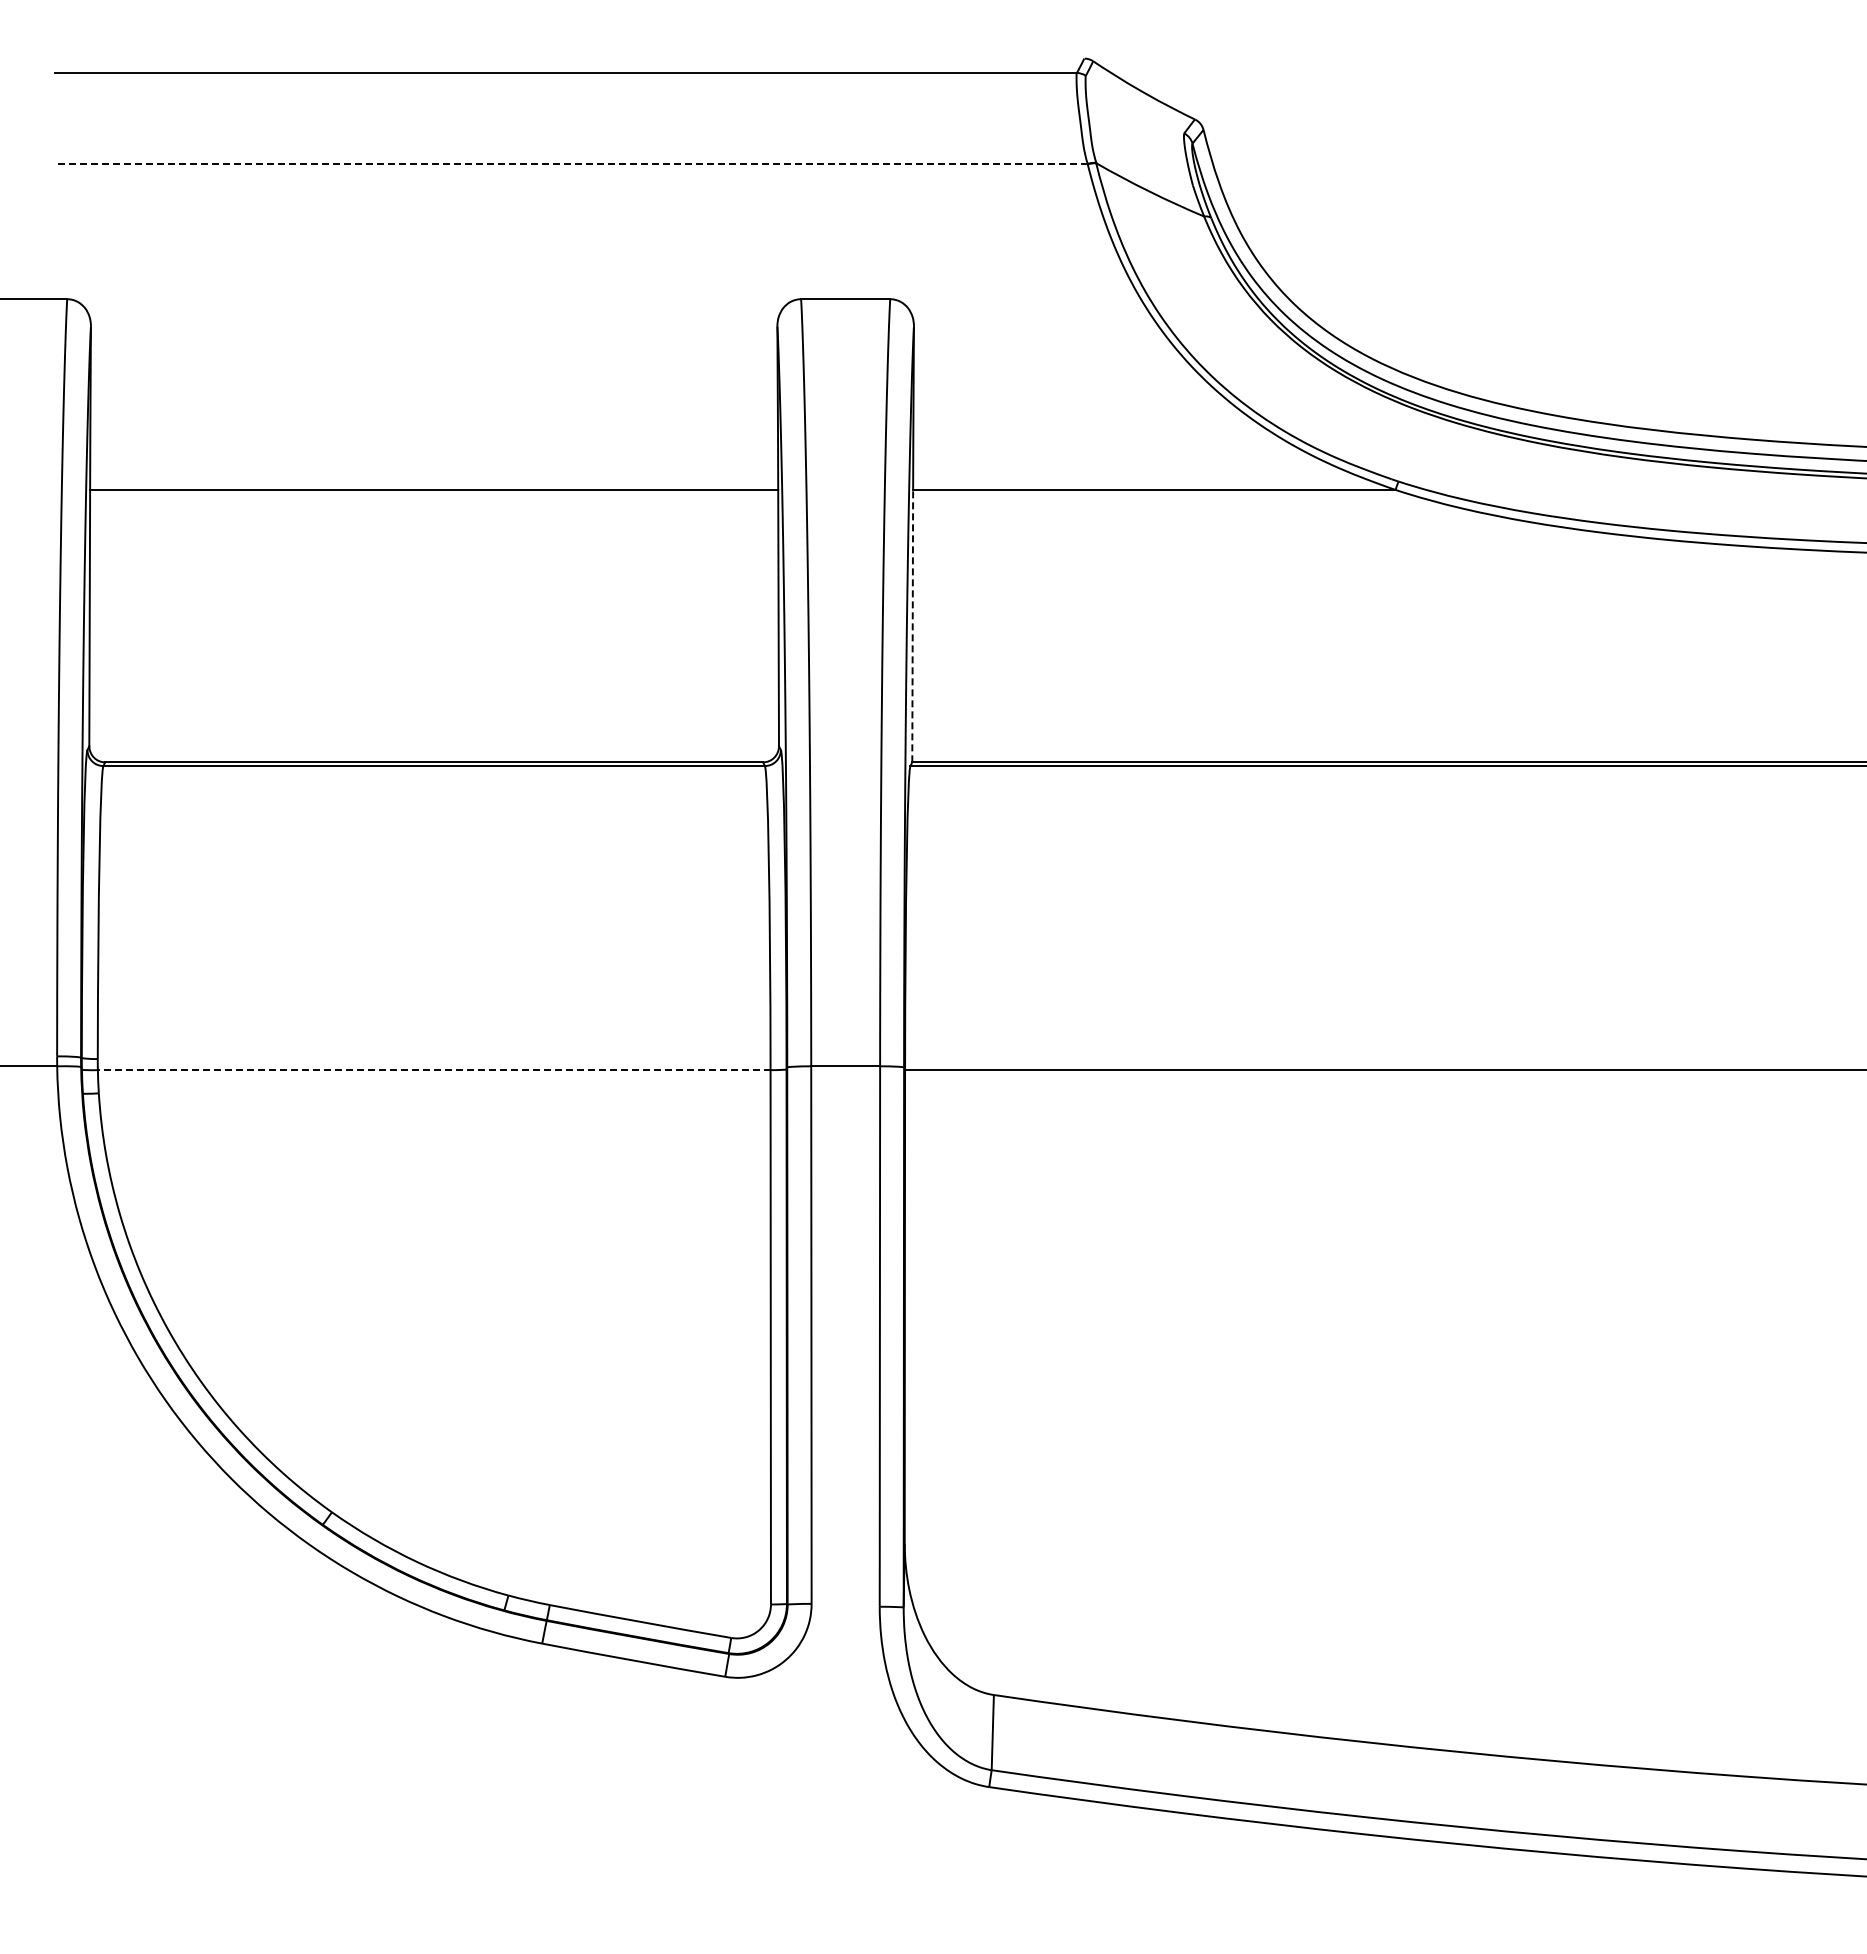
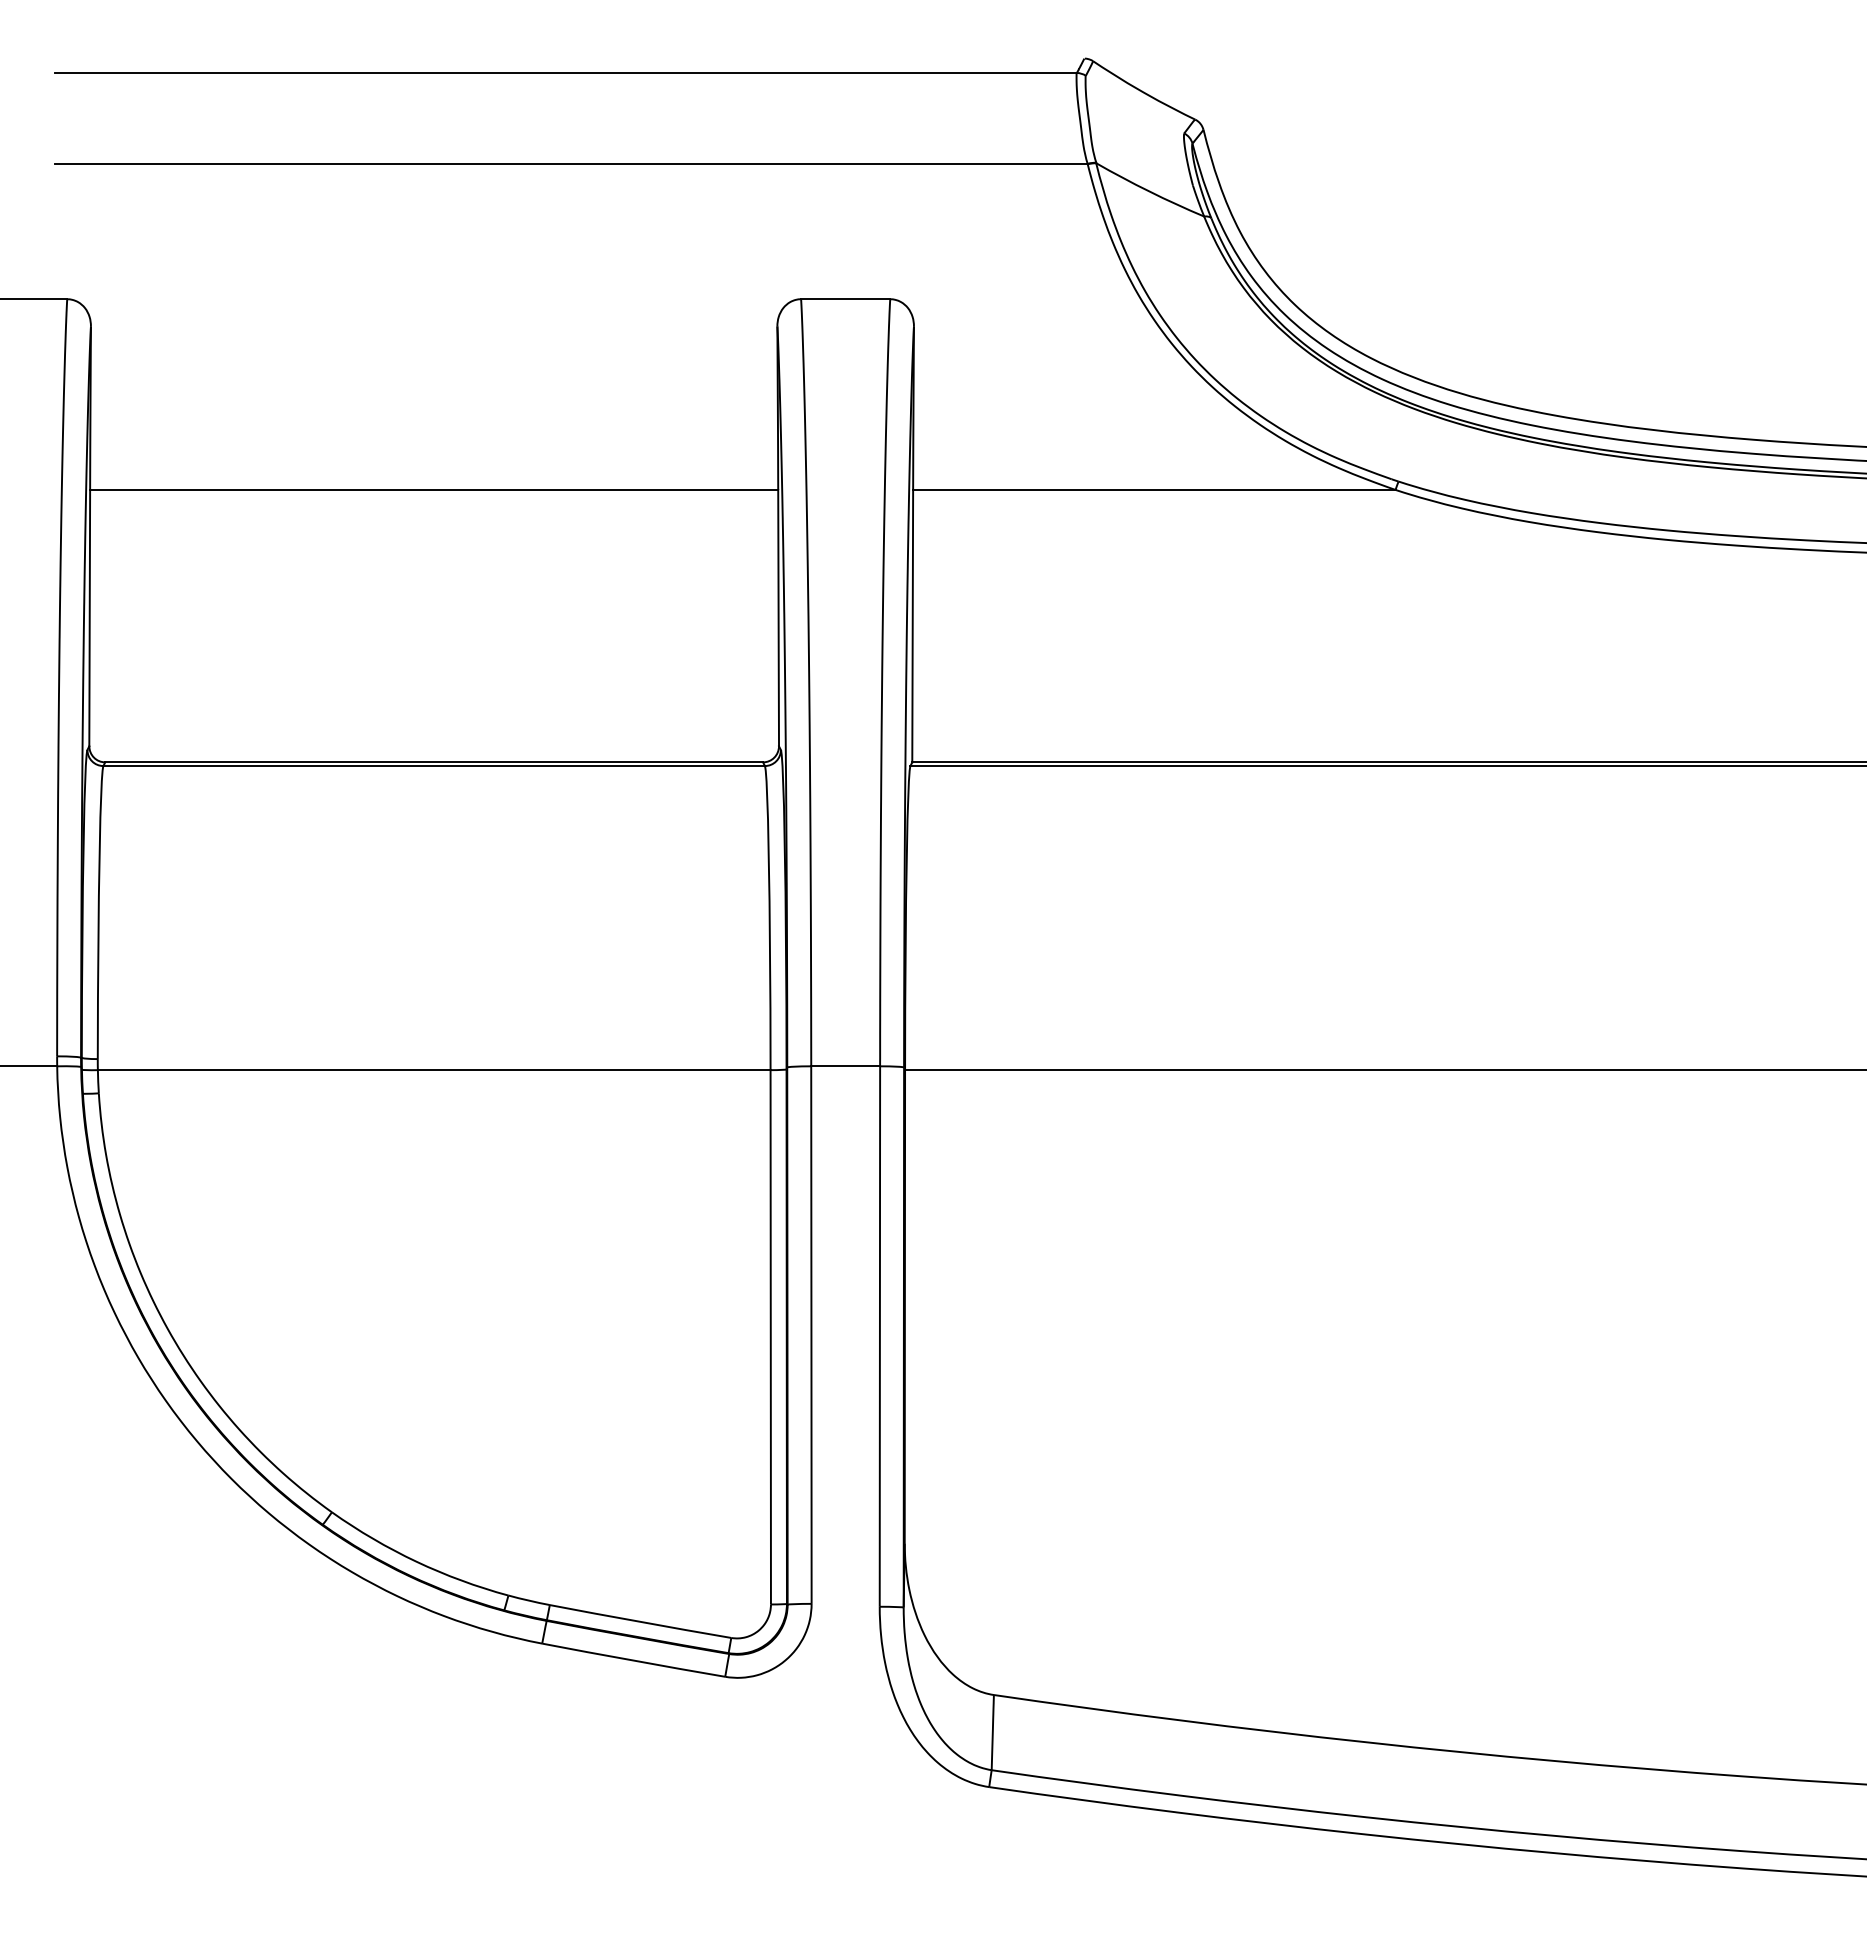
line at (571, 163): dashed -> solid
line at (912, 625): dashed -> solid
line at (433, 1070): dashed -> solid
